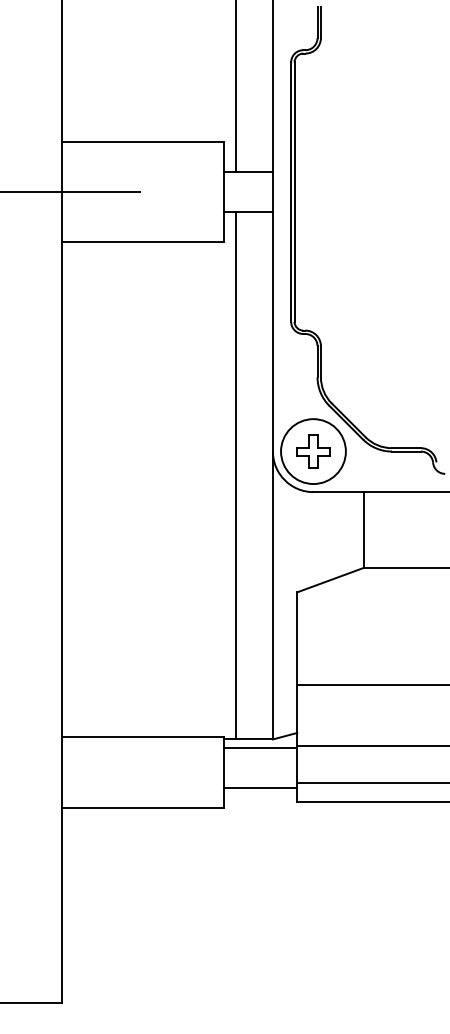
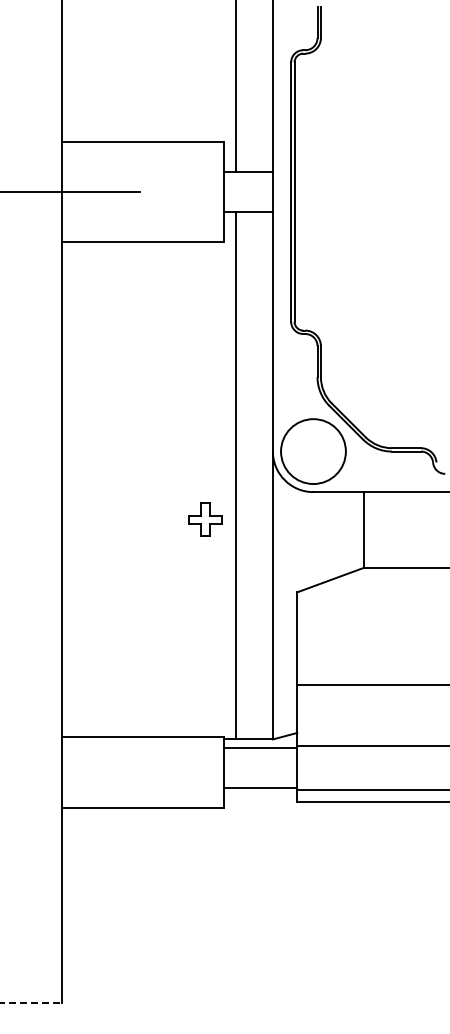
part at (313, 451) position: (313, 451) -> (205, 519)
line at (371, 783) position: (371, 783) -> (371, 790)
line at (31, 1002): solid -> dashed
